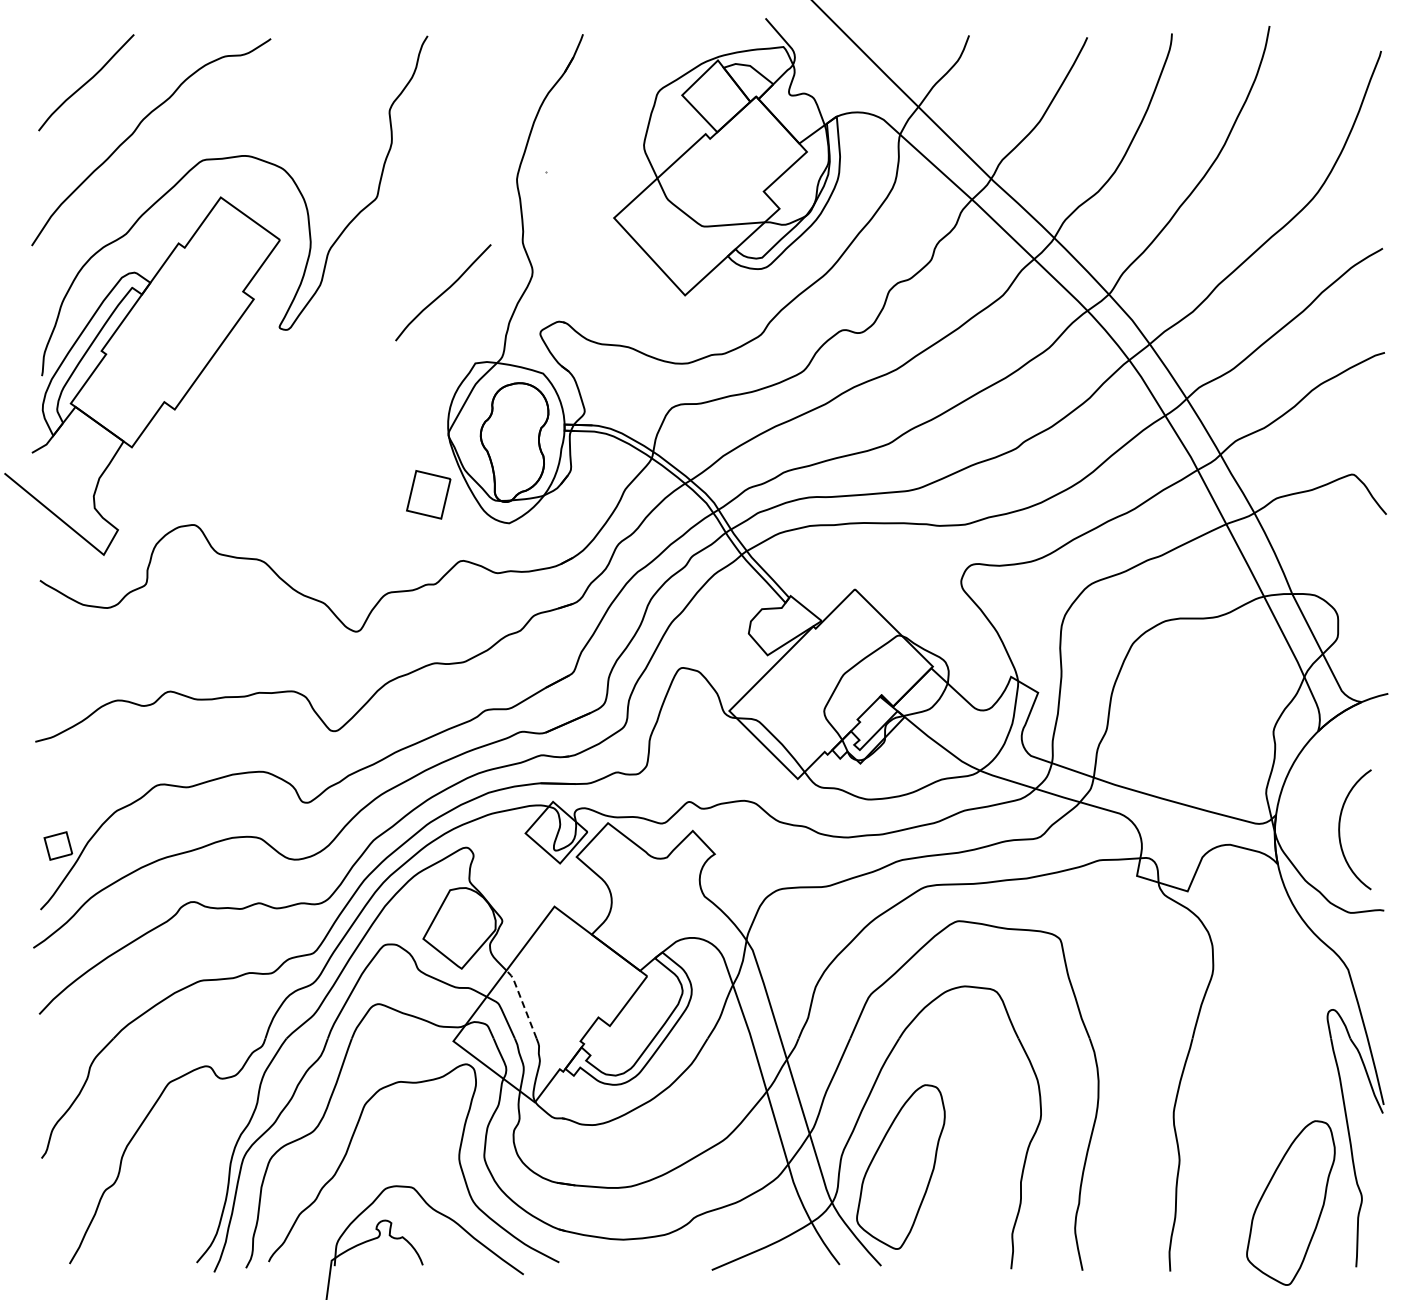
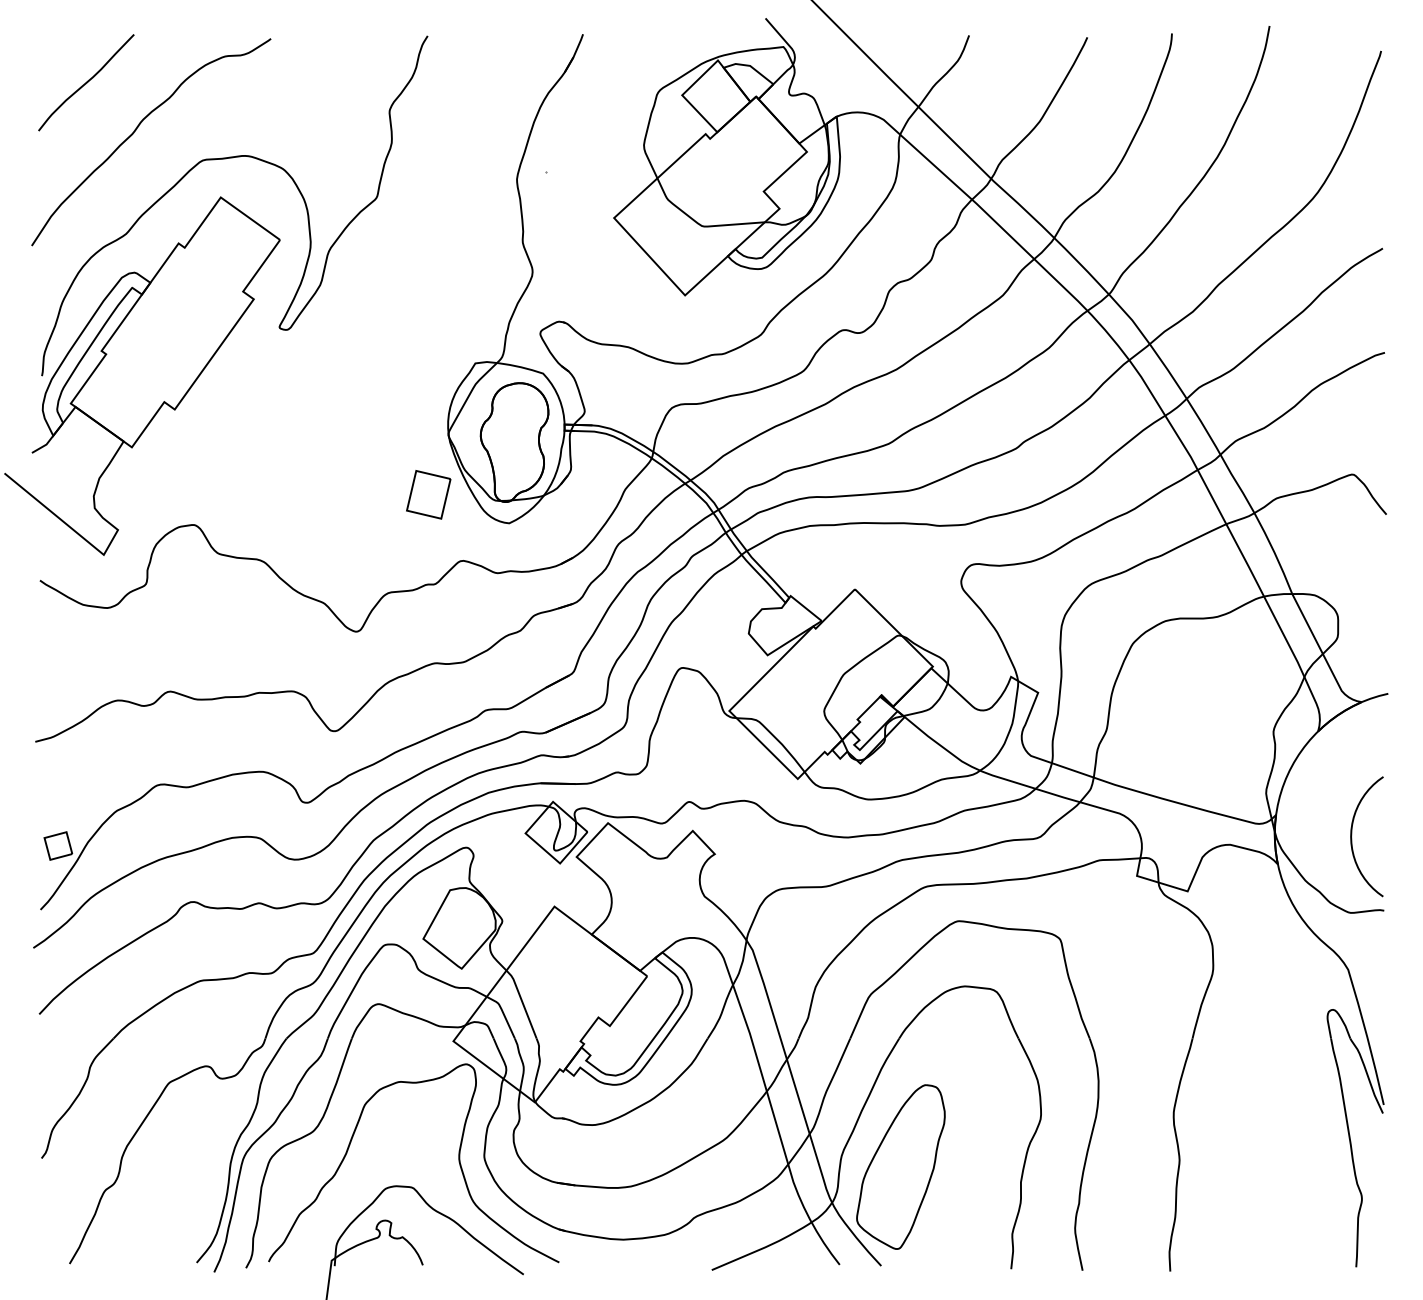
curve at (443, 292): present -> none
curve at (1340, 828) position: (1340, 828) -> (1352, 835)
line at (522, 1001): dashed -> solid
part at (1290, 1202): present -> none
